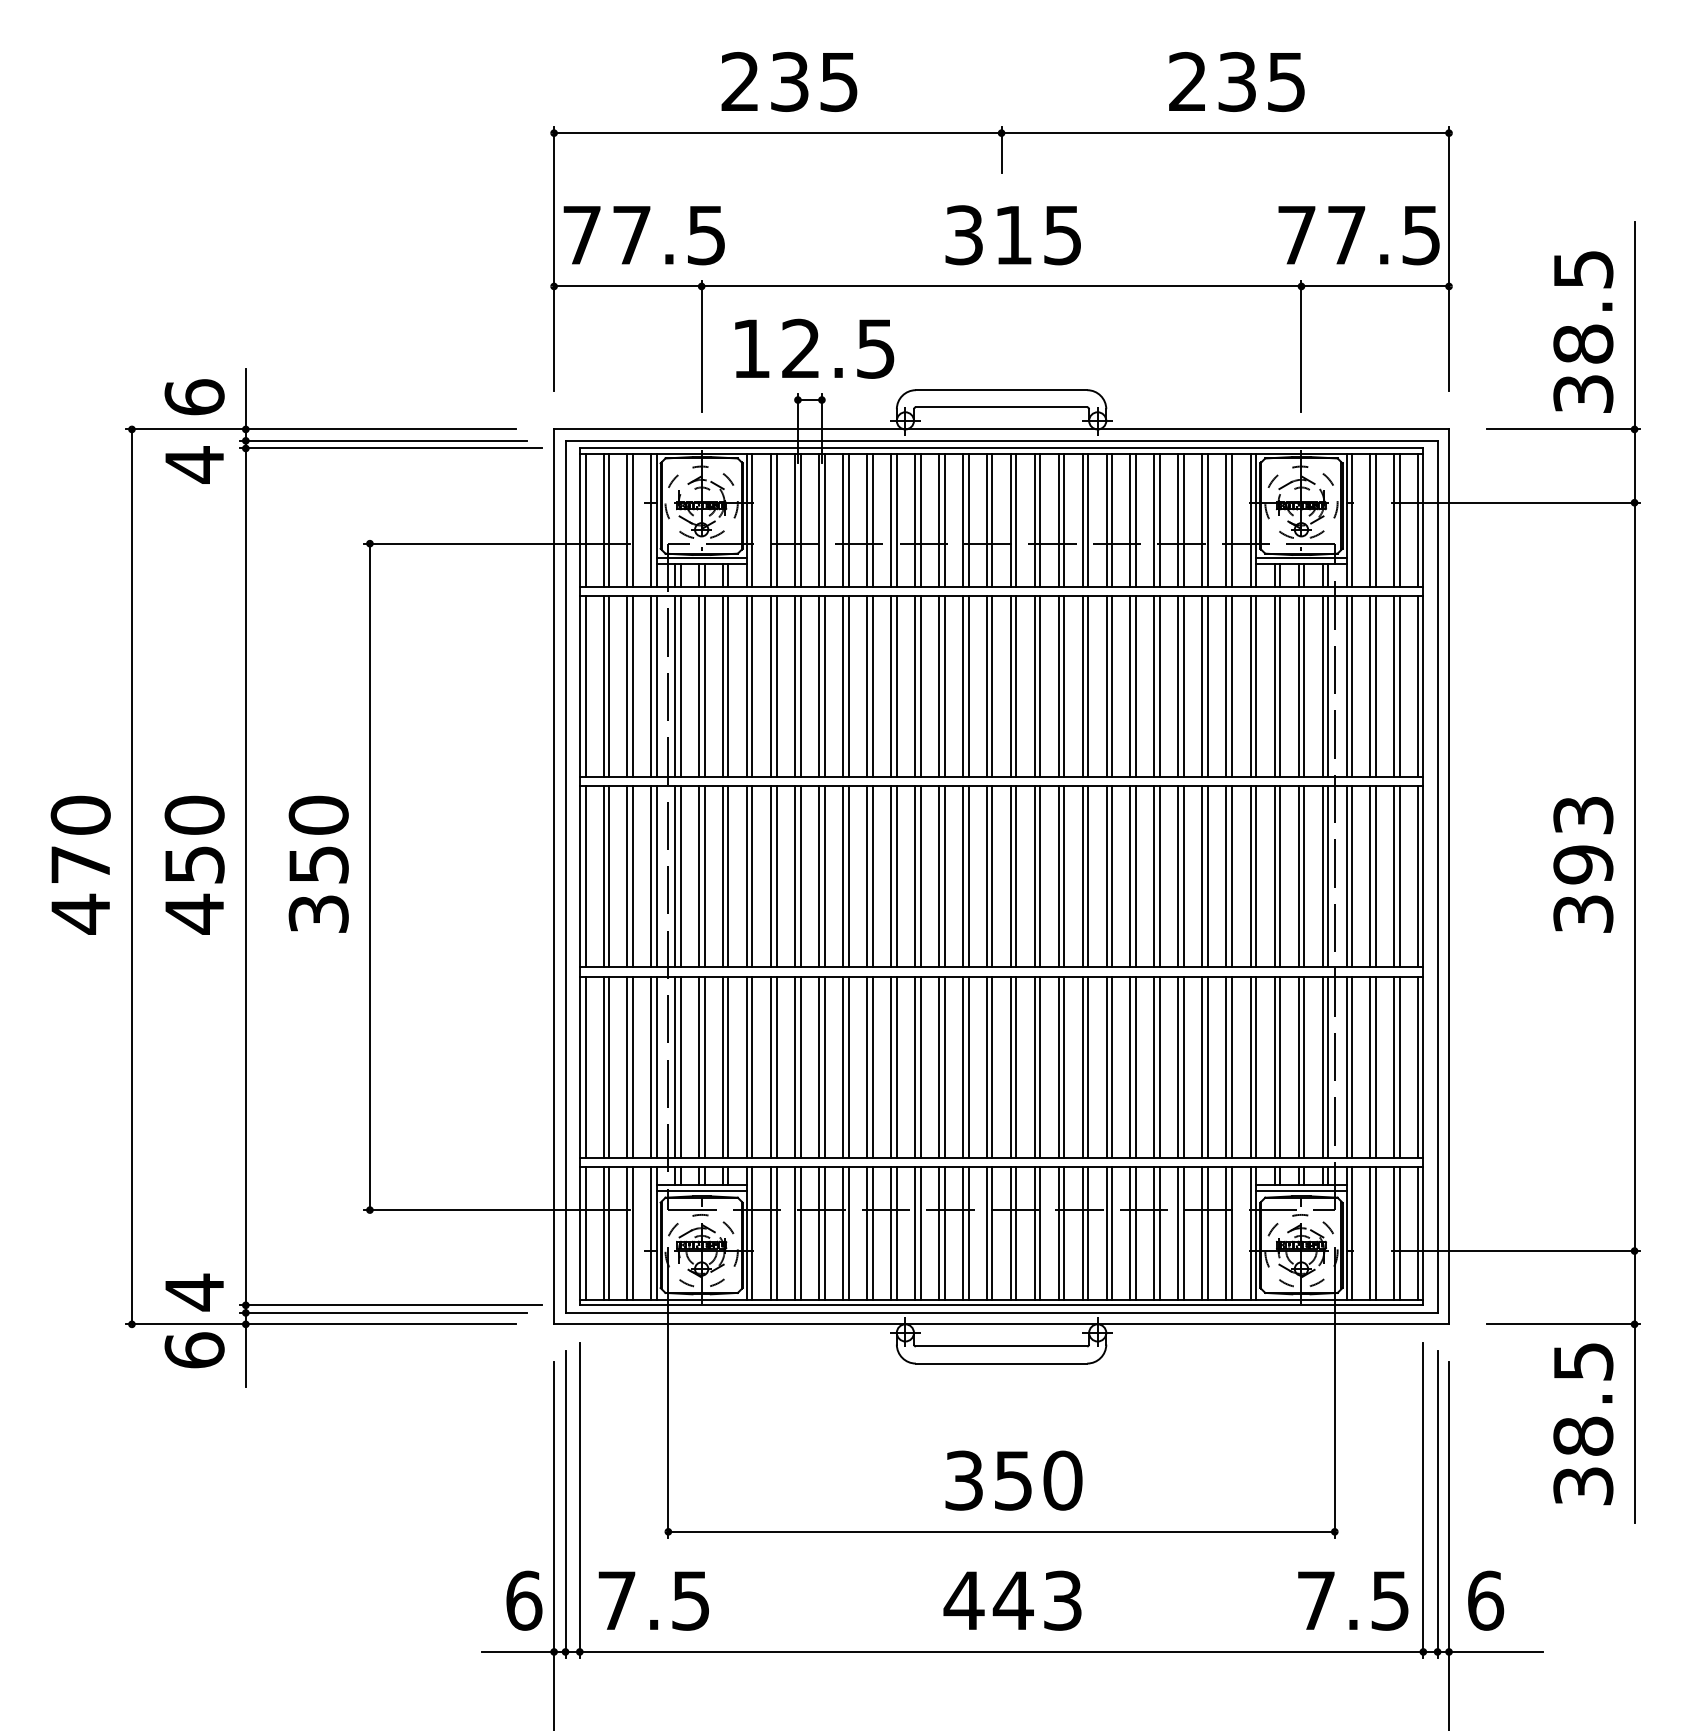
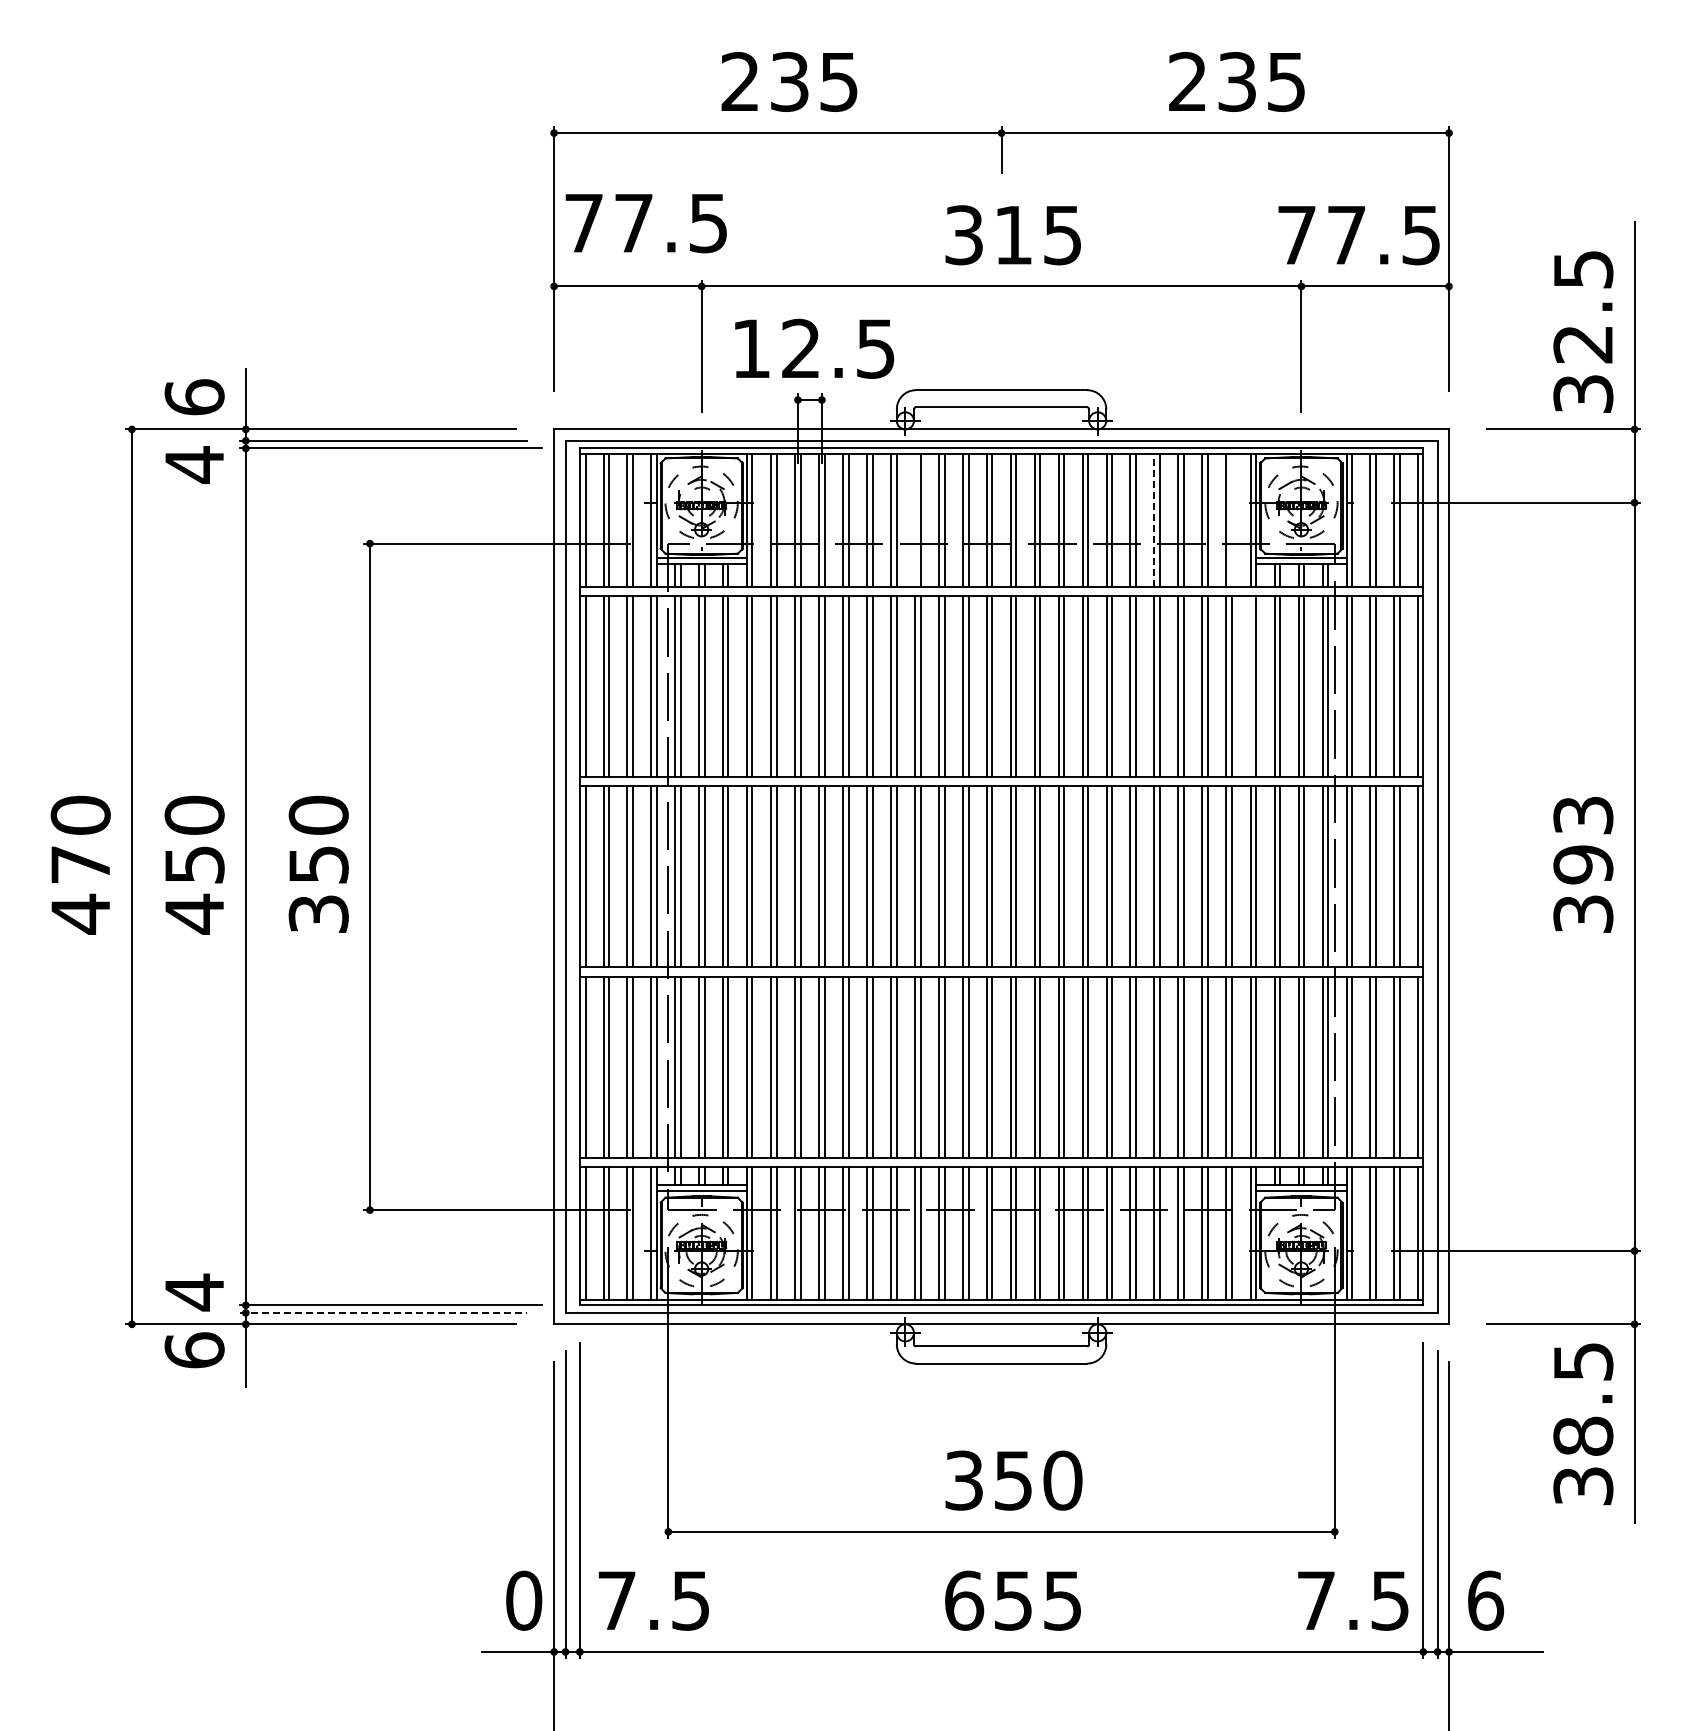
text at (643, 235) position: (643, 235) -> (645, 223)
text at (1583, 343): 38.5 -> 32.5
line at (1154, 519): solid -> dashed
line at (914, 520): present -> none
line at (1231, 520): present -> none
line at (1250, 686): present -> none
line at (383, 1312): solid -> dashed
text at (524, 1600): 6 -> 0
text at (1012, 1600): 443 -> 655
